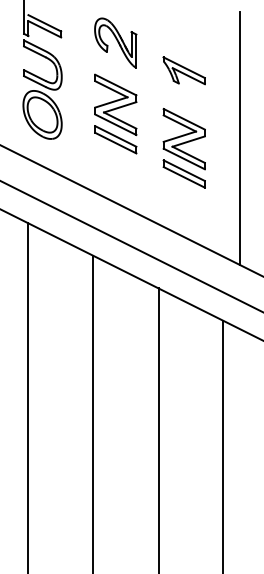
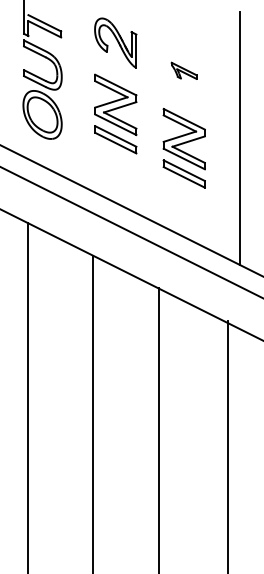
part at (183, 70) size: 44x30 px -> 28x19 px
line at (131, 246) position: (131, 246) -> (131, 232)
line at (223, 445) position: (223, 445) -> (228, 445)
